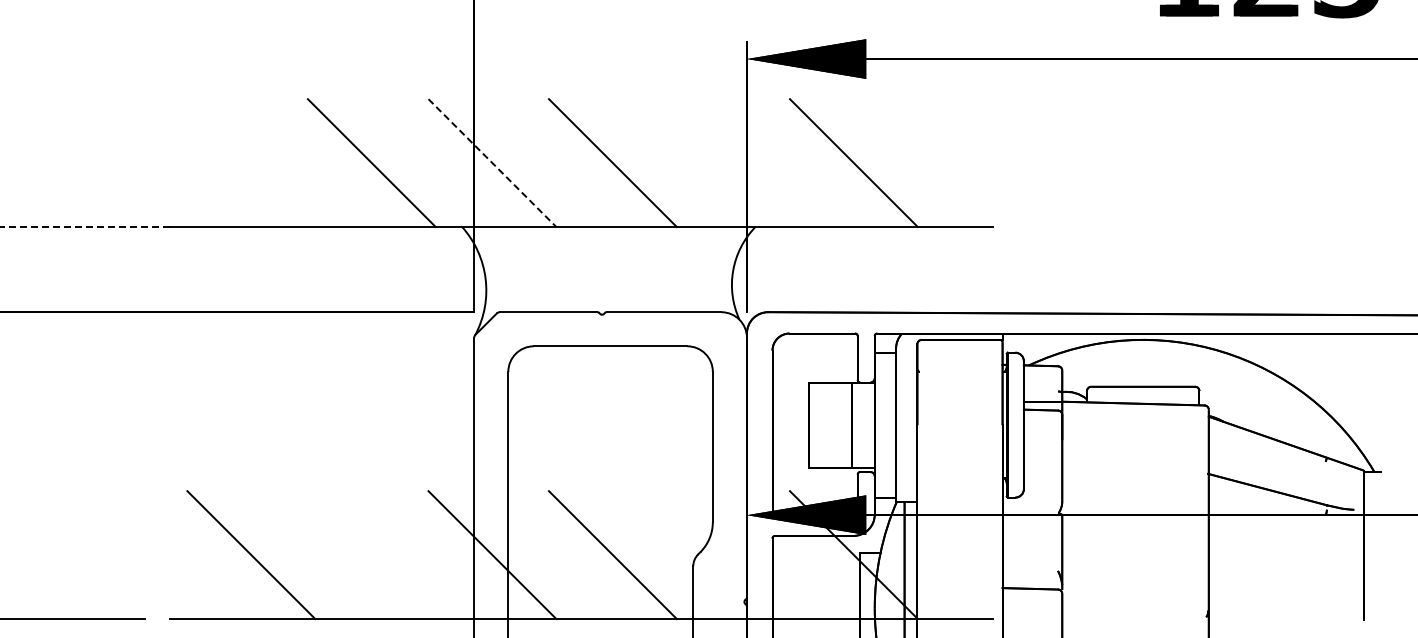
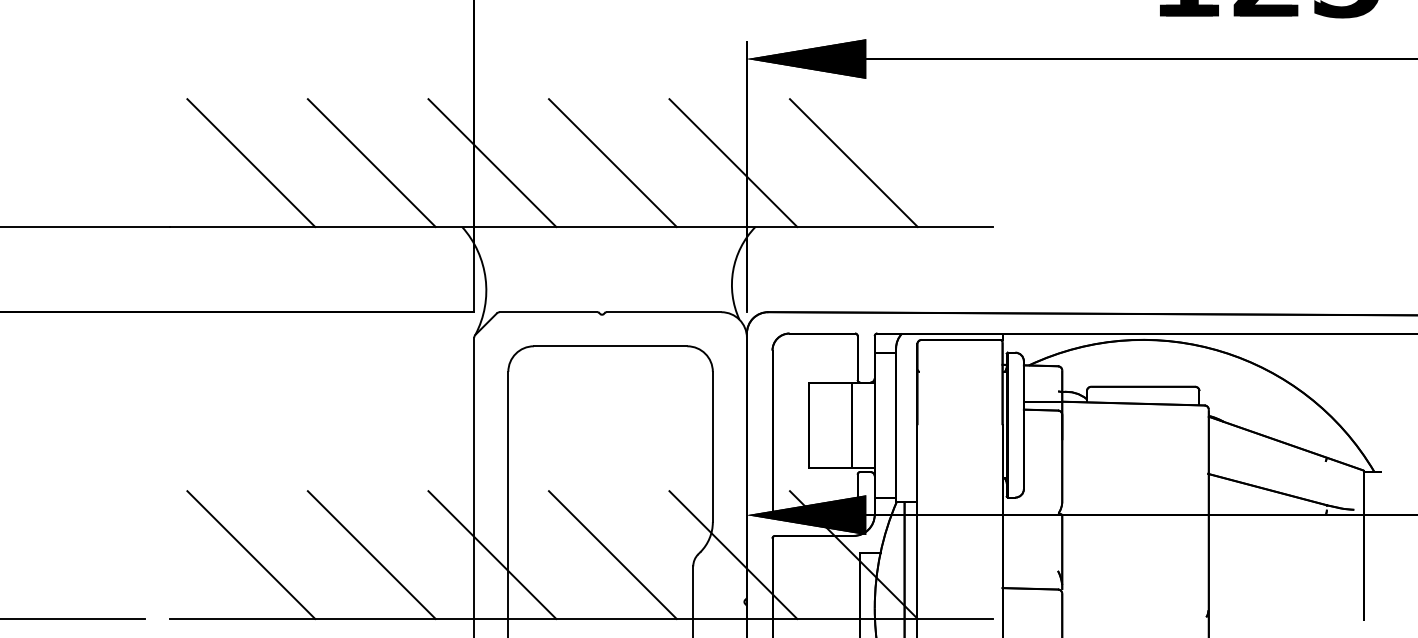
line at (251, 162): none -> present
line at (733, 162): none -> present
line at (492, 163): dashed -> solid
line at (85, 226): dashed -> solid
line at (371, 554): none -> present
line at (733, 554): none -> present
